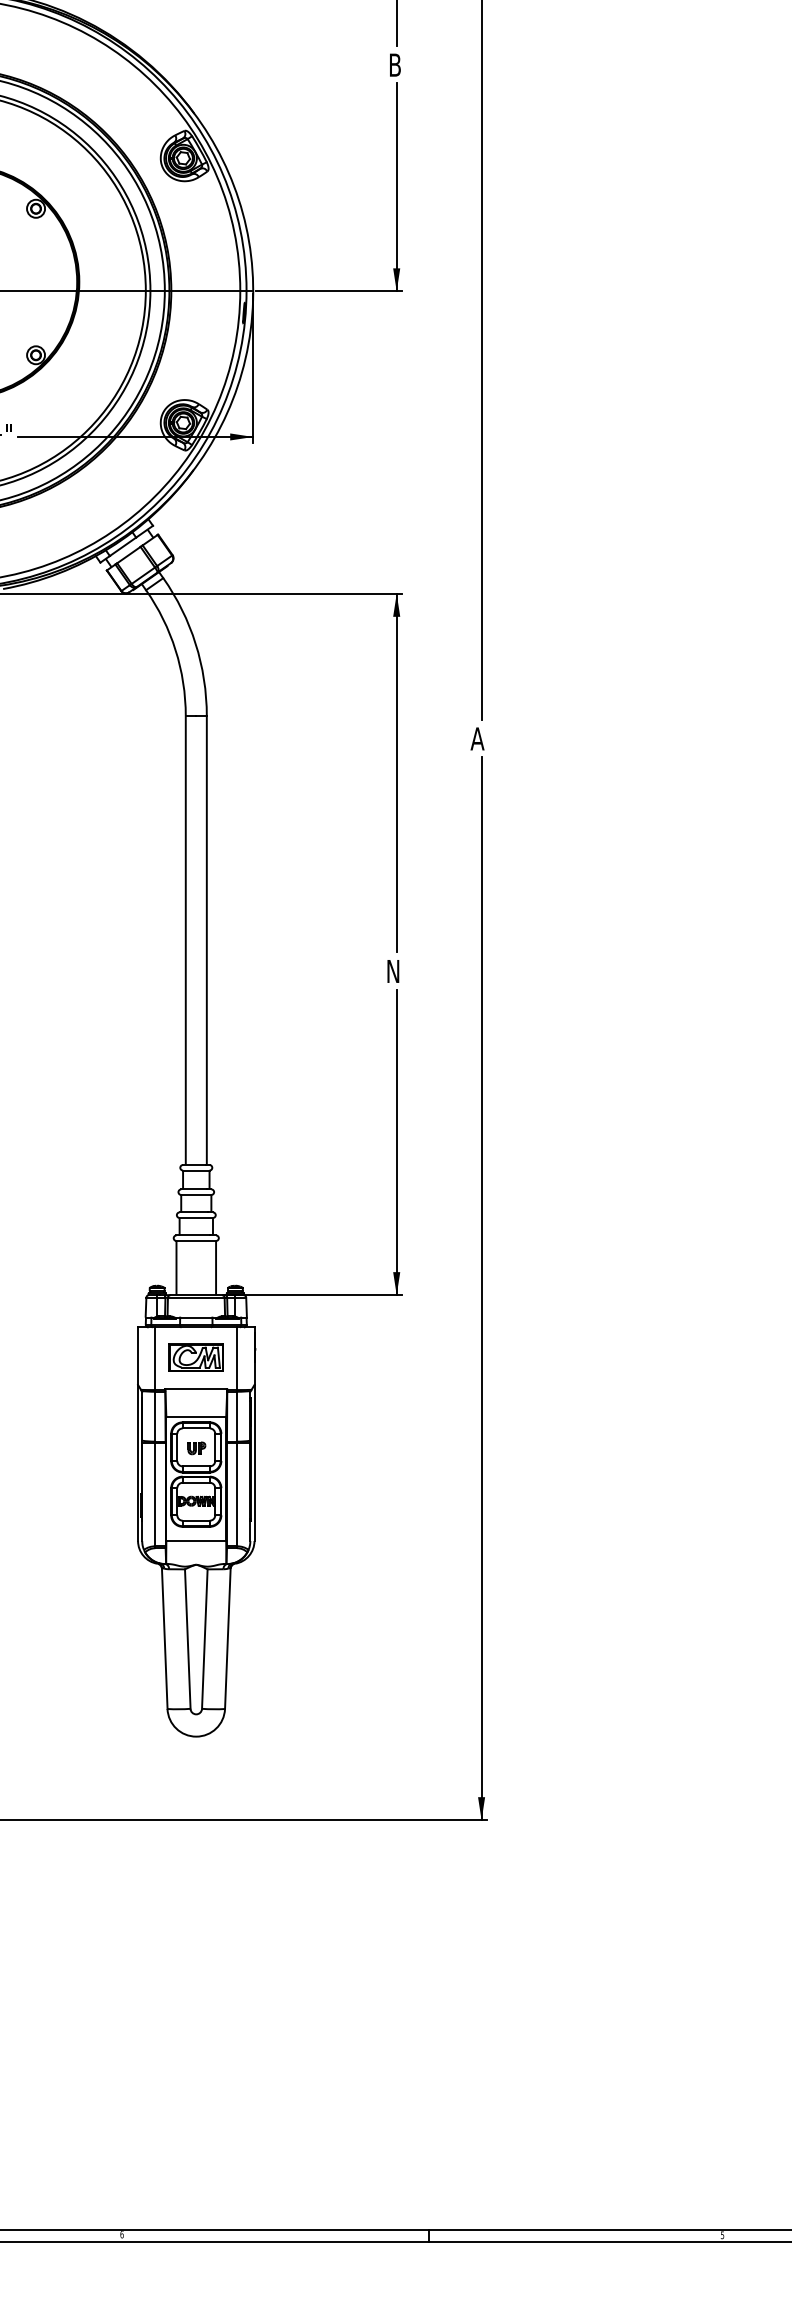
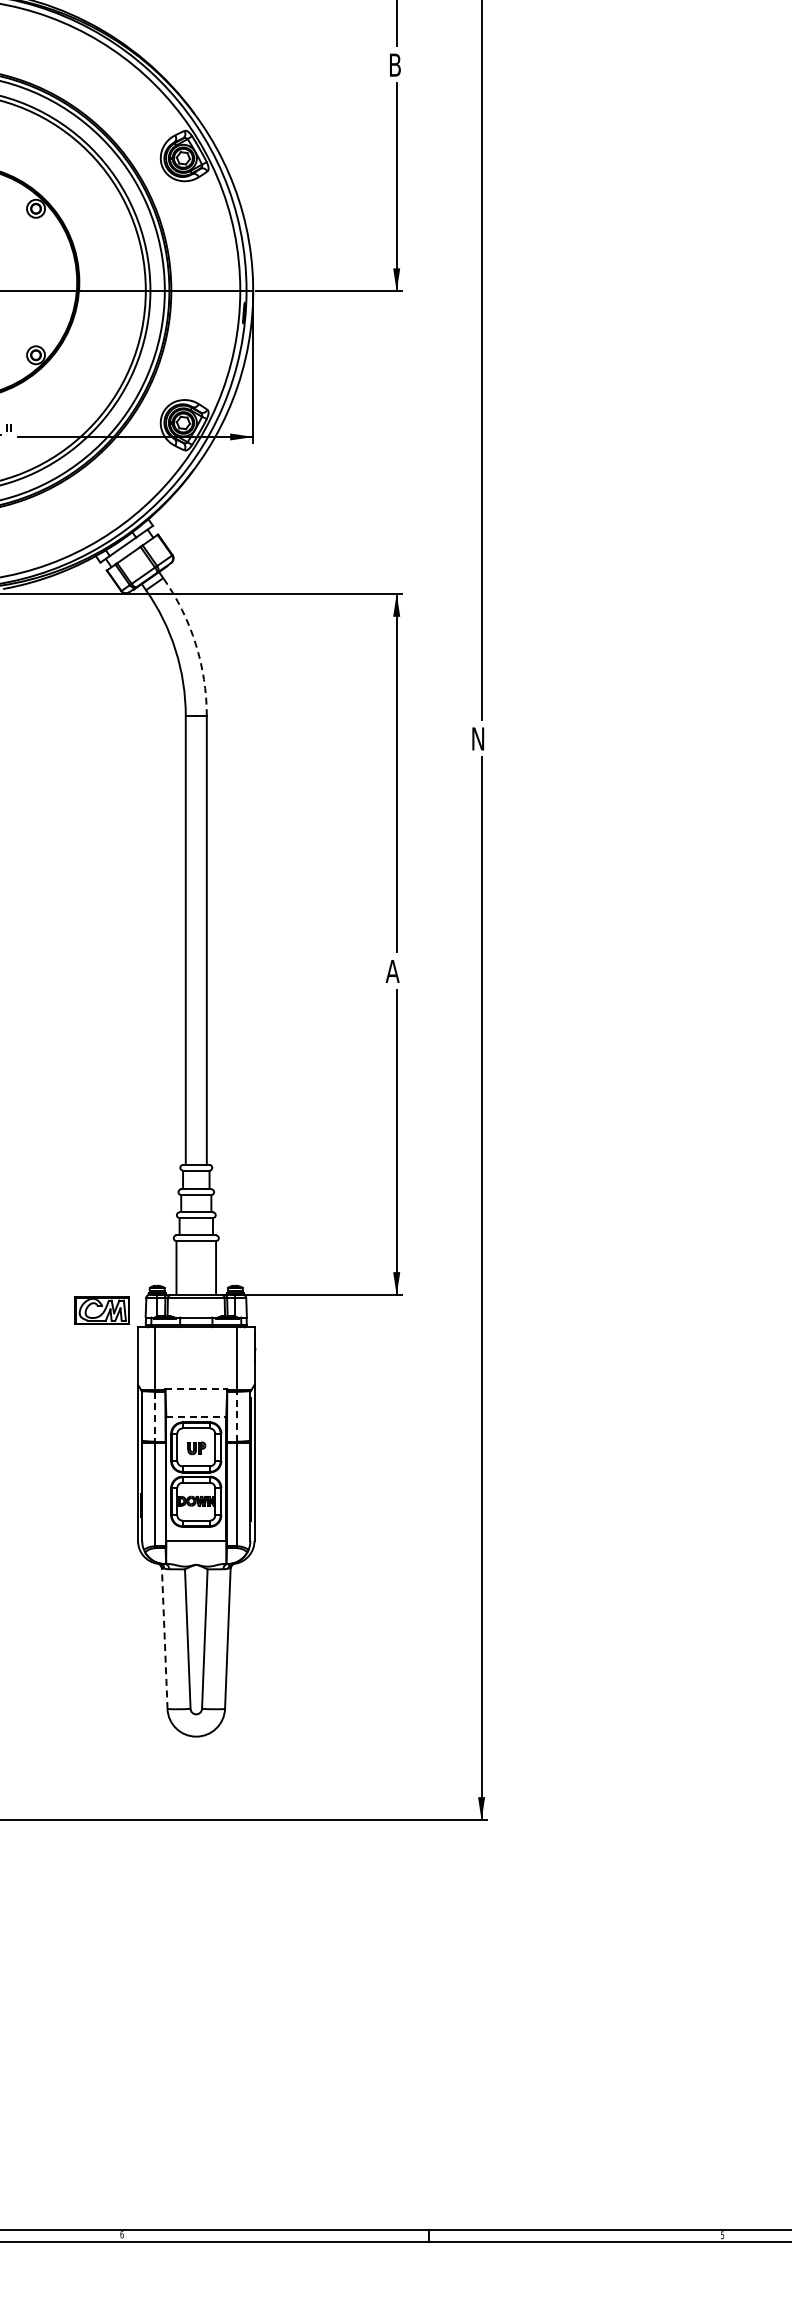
arc at (195, 643): solid -> dashed
text at (477, 738): A -> N
text at (392, 971): N -> A
part at (195, 1357) position: (195, 1357) -> (101, 1310)
line at (196, 1389): solid -> dashed
line at (155, 1416): solid -> dashed
line at (196, 1416): solid -> dashed
line at (237, 1416): solid -> dashed
line at (164, 1638): solid -> dashed
